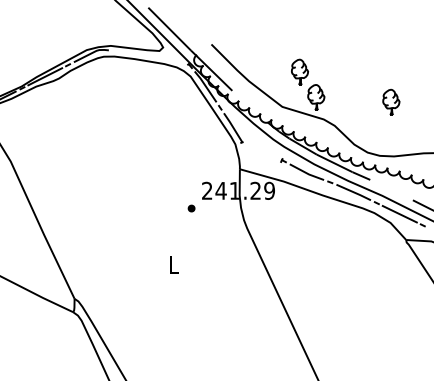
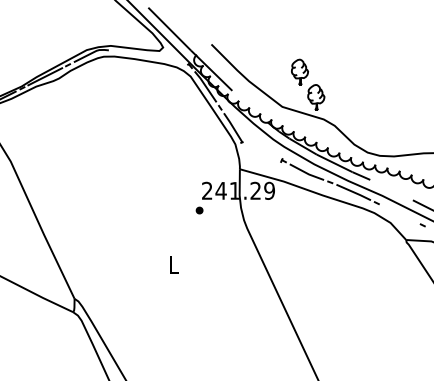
part at (391, 101): present -> none
part at (191, 208) position: (191, 208) -> (199, 210)
line at (399, 214): present -> none
